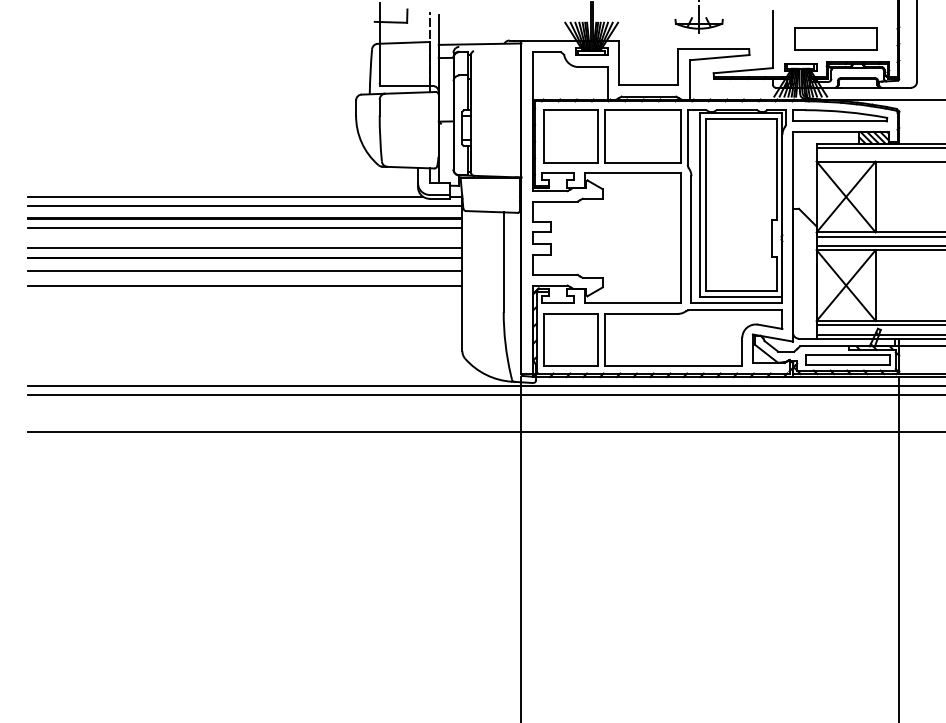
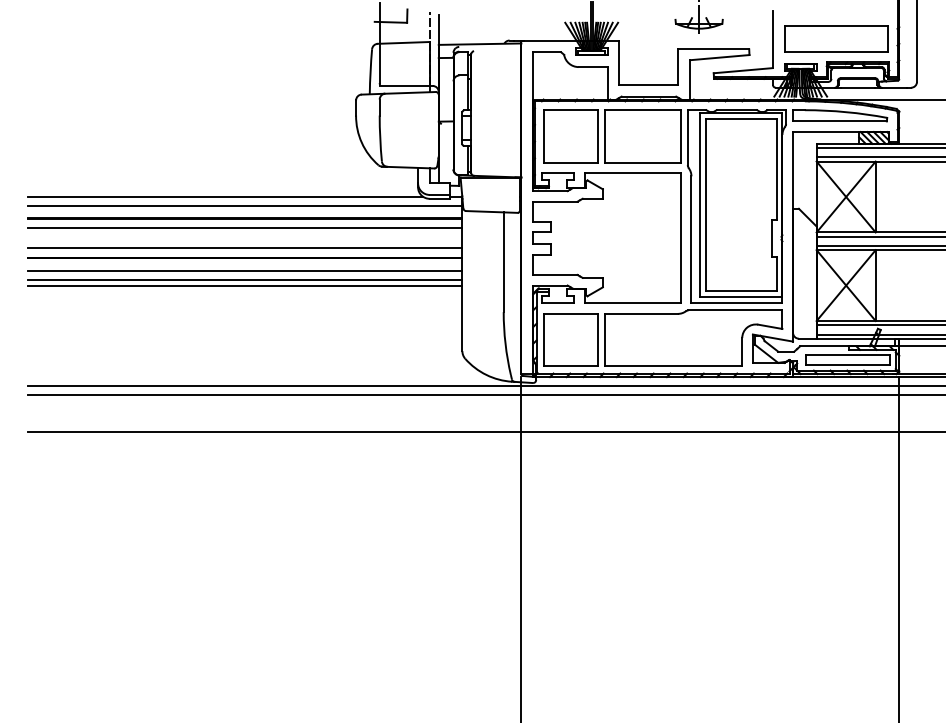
part at (835, 38) size: 84x24 px -> 105x28 px
line at (879, 157): none -> present
line at (245, 279): none -> present
